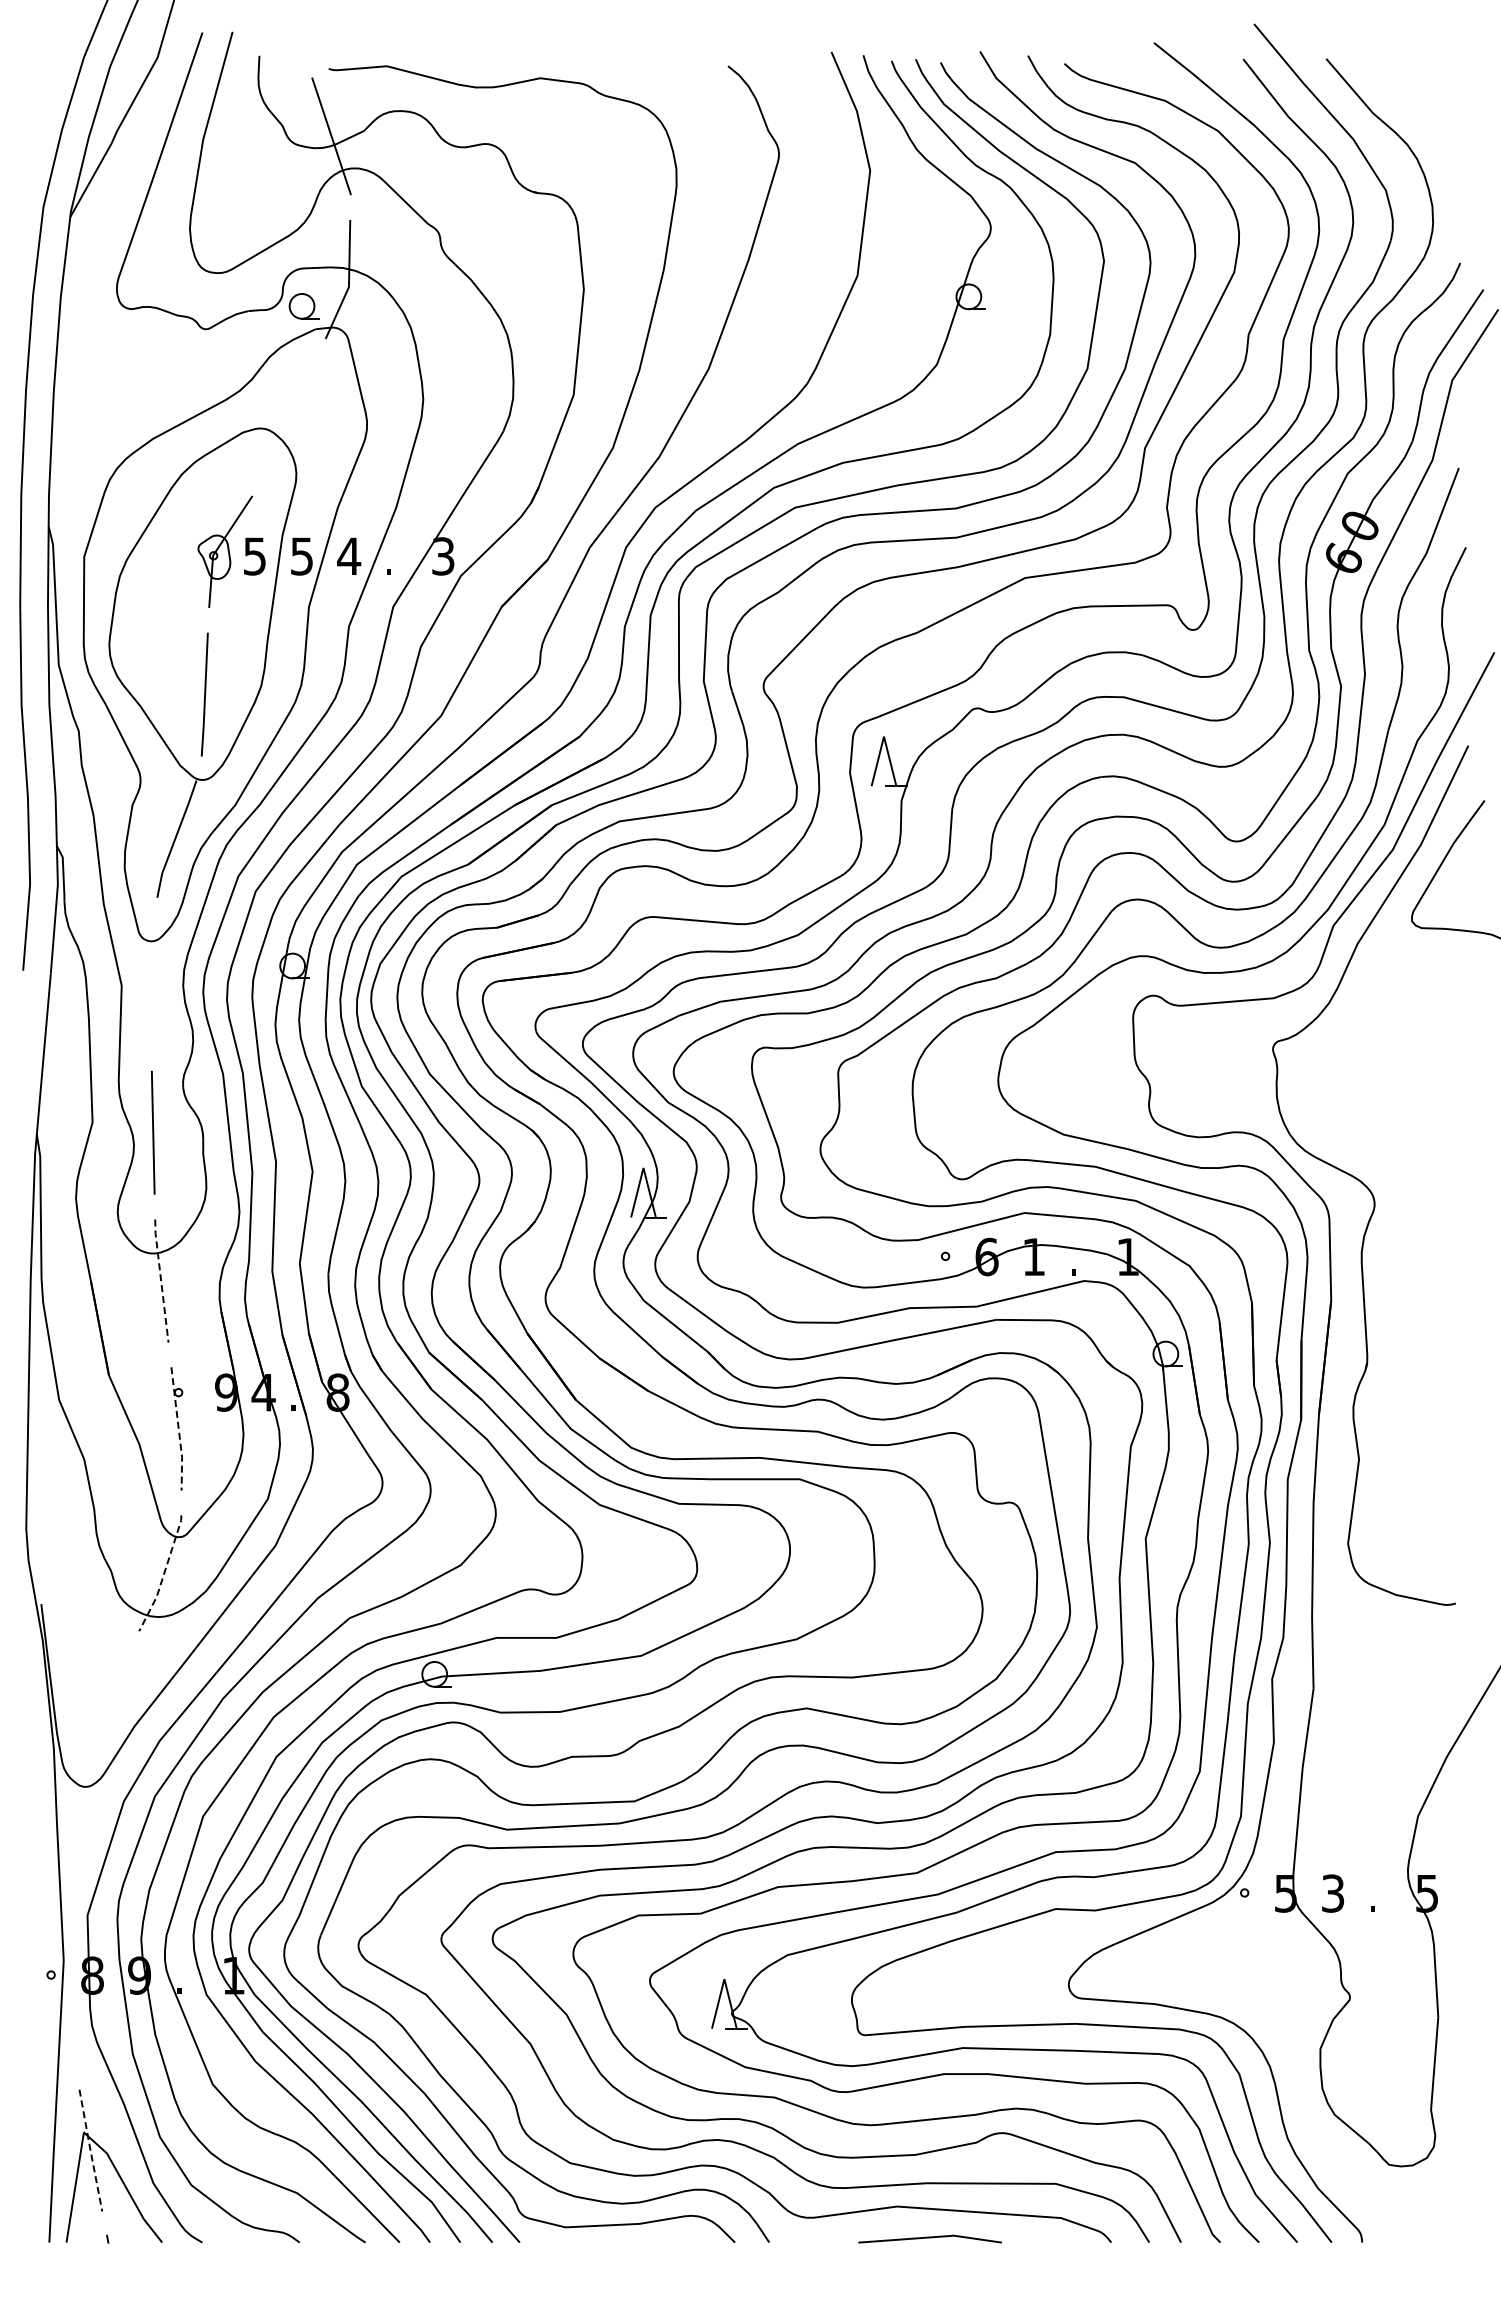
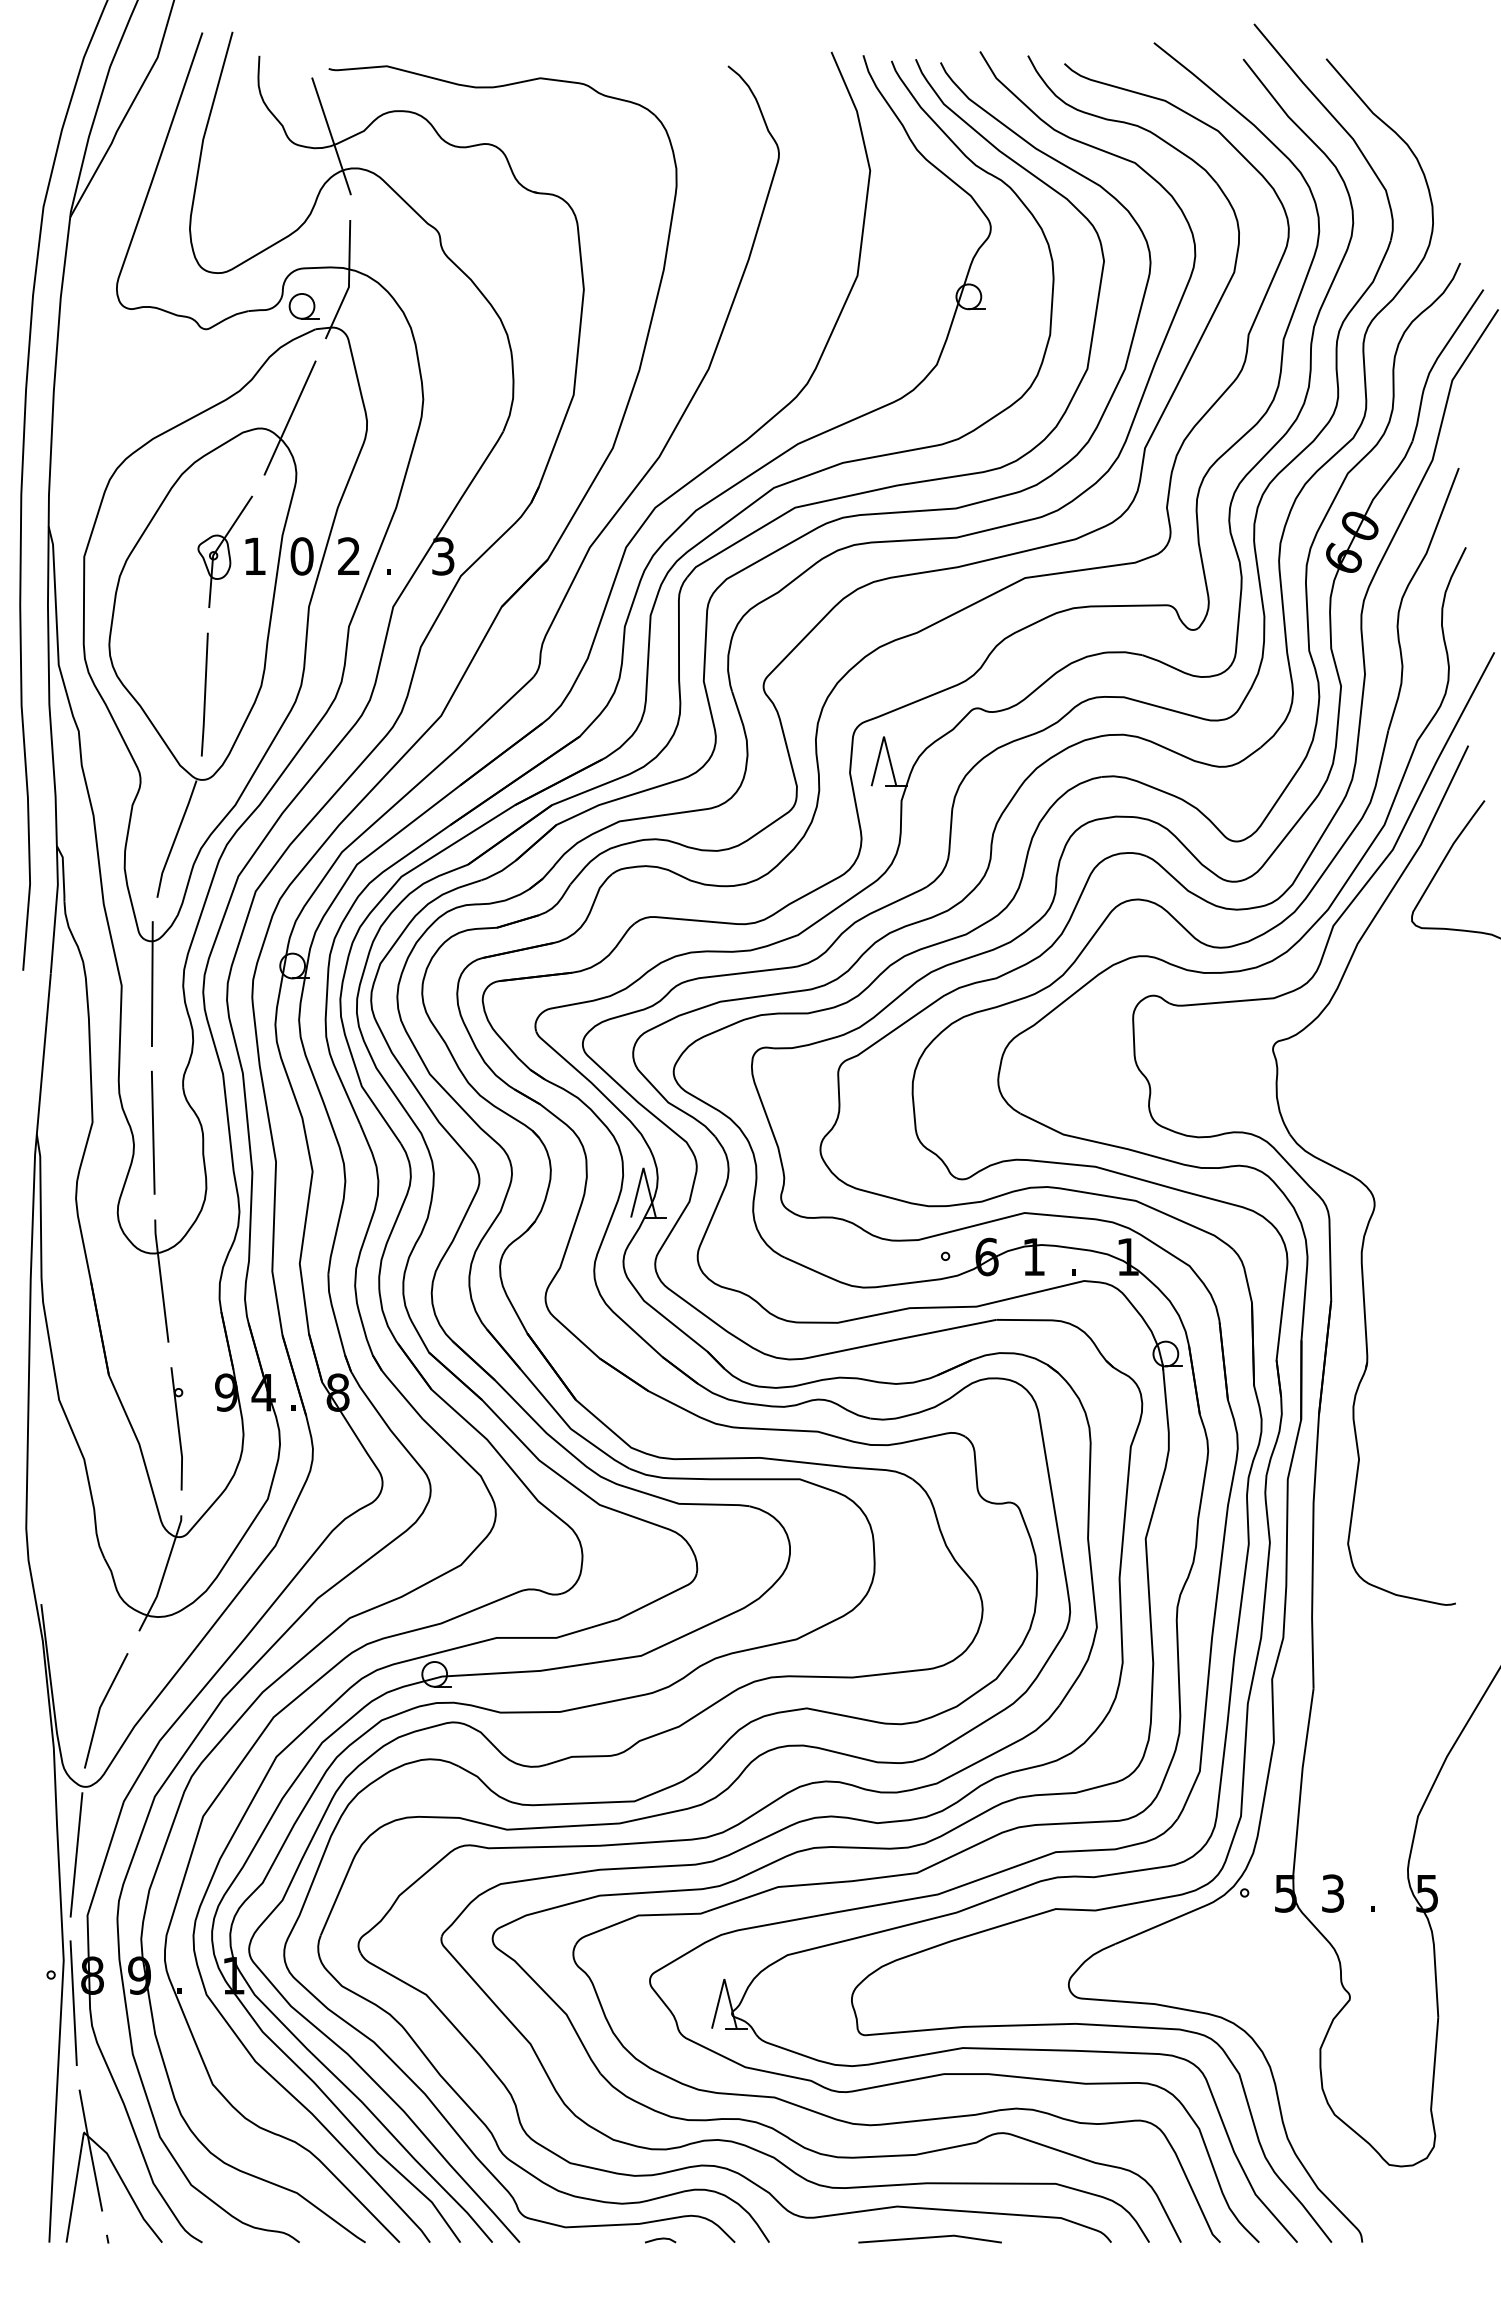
line at (289, 417): none -> present
text at (349, 555): 4 -> 2
text at (254, 556): 5 -> 1
text at (301, 556): 5 -> 0
line at (151, 984): none -> present
line at (161, 1280): dashed -> solid
line at (178, 1429): dashed -> solid
line at (164, 1574): dashed -> solid
line at (101, 1707): none -> present
line at (76, 1854): none -> present
line at (73, 2003): none -> present
line at (90, 2150): dashed -> solid
line at (660, 2239): none -> present
